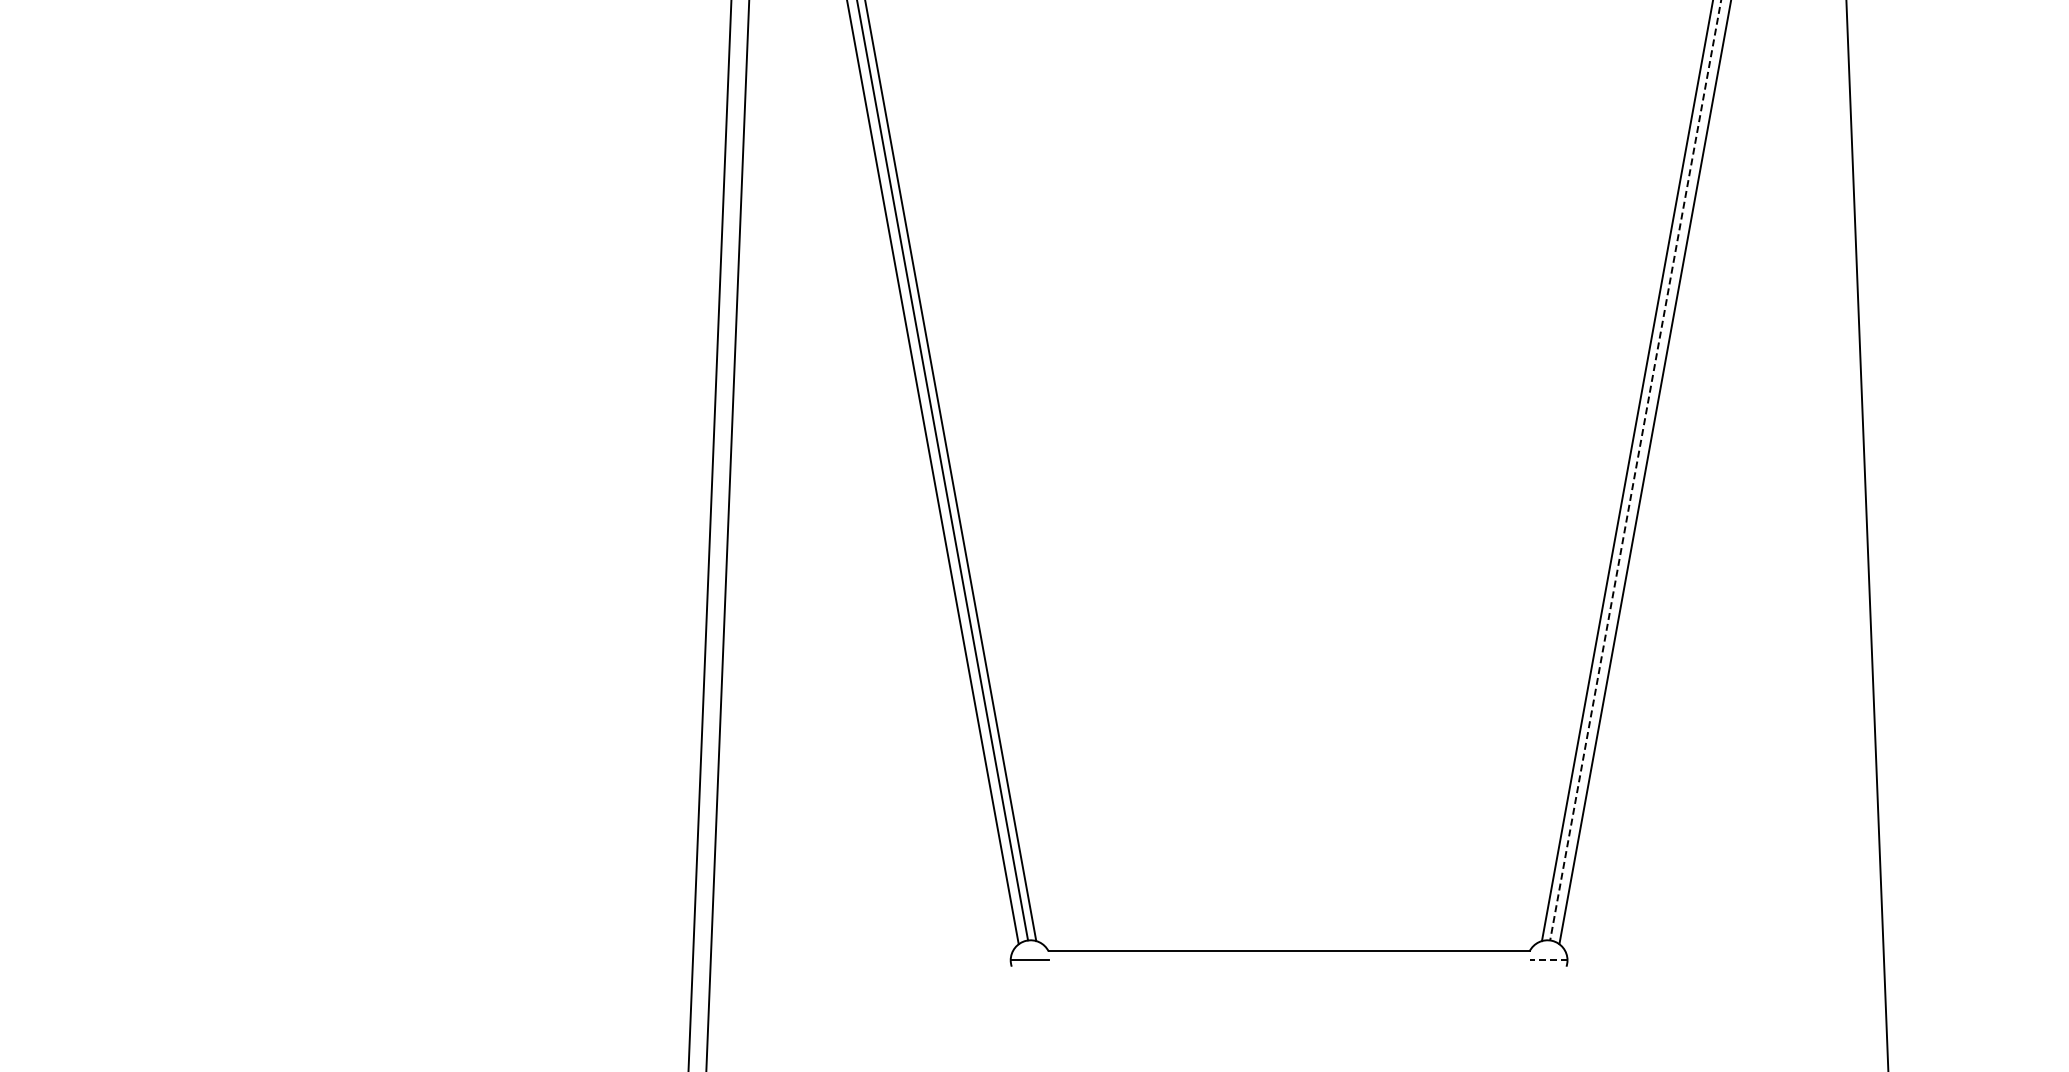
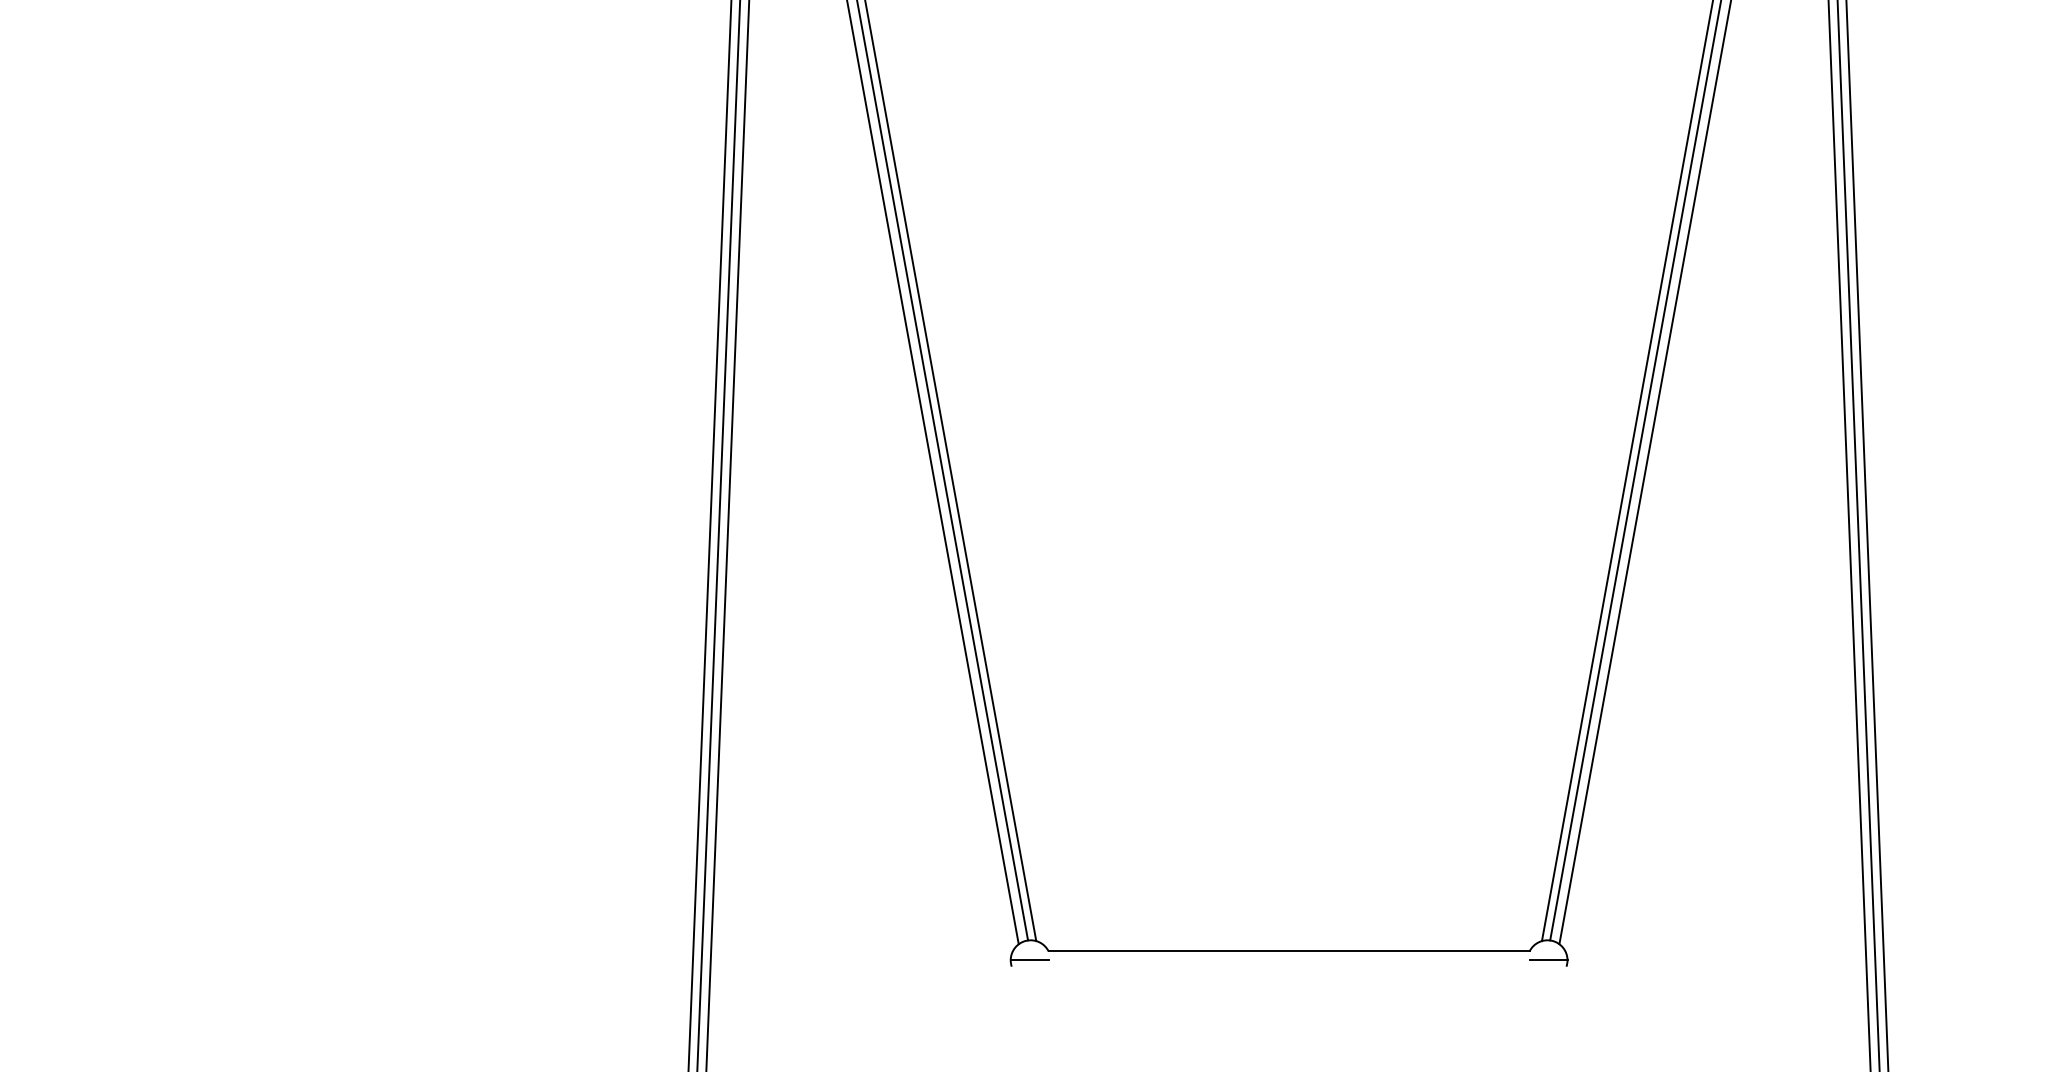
line at (1635, 470): dashed -> solid
line at (718, 535): none -> present
line at (1849, 535): none -> present
line at (1858, 535): none -> present
line at (1548, 960): dashed -> solid
